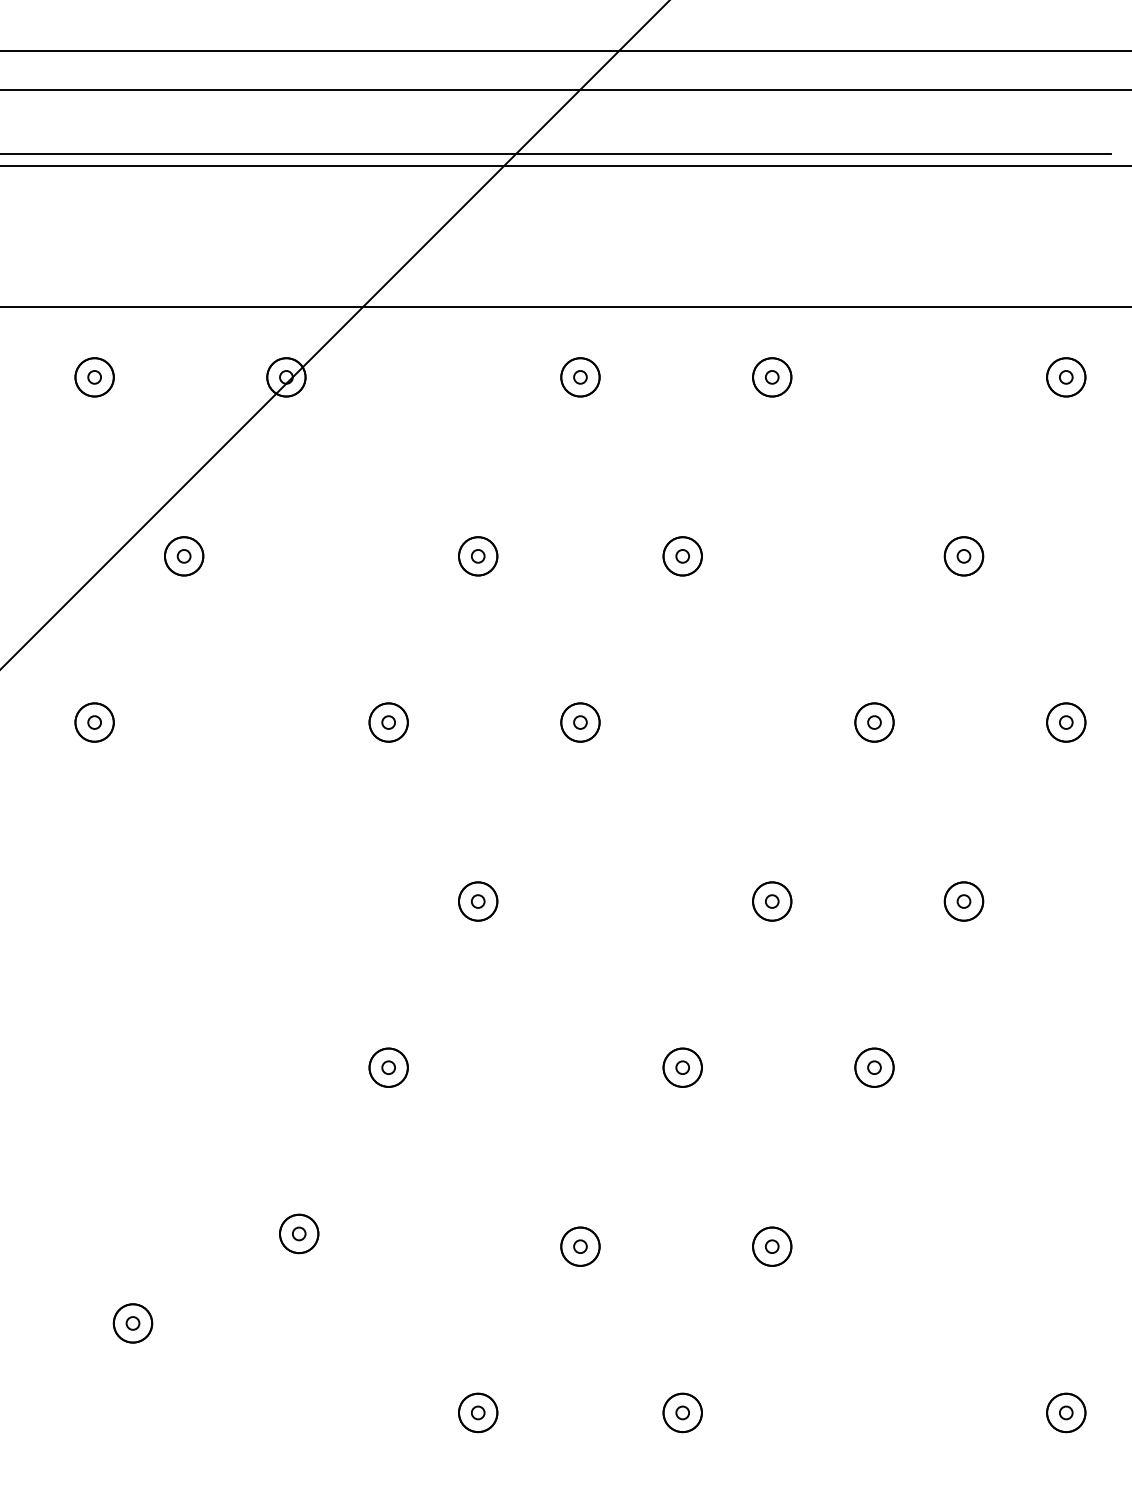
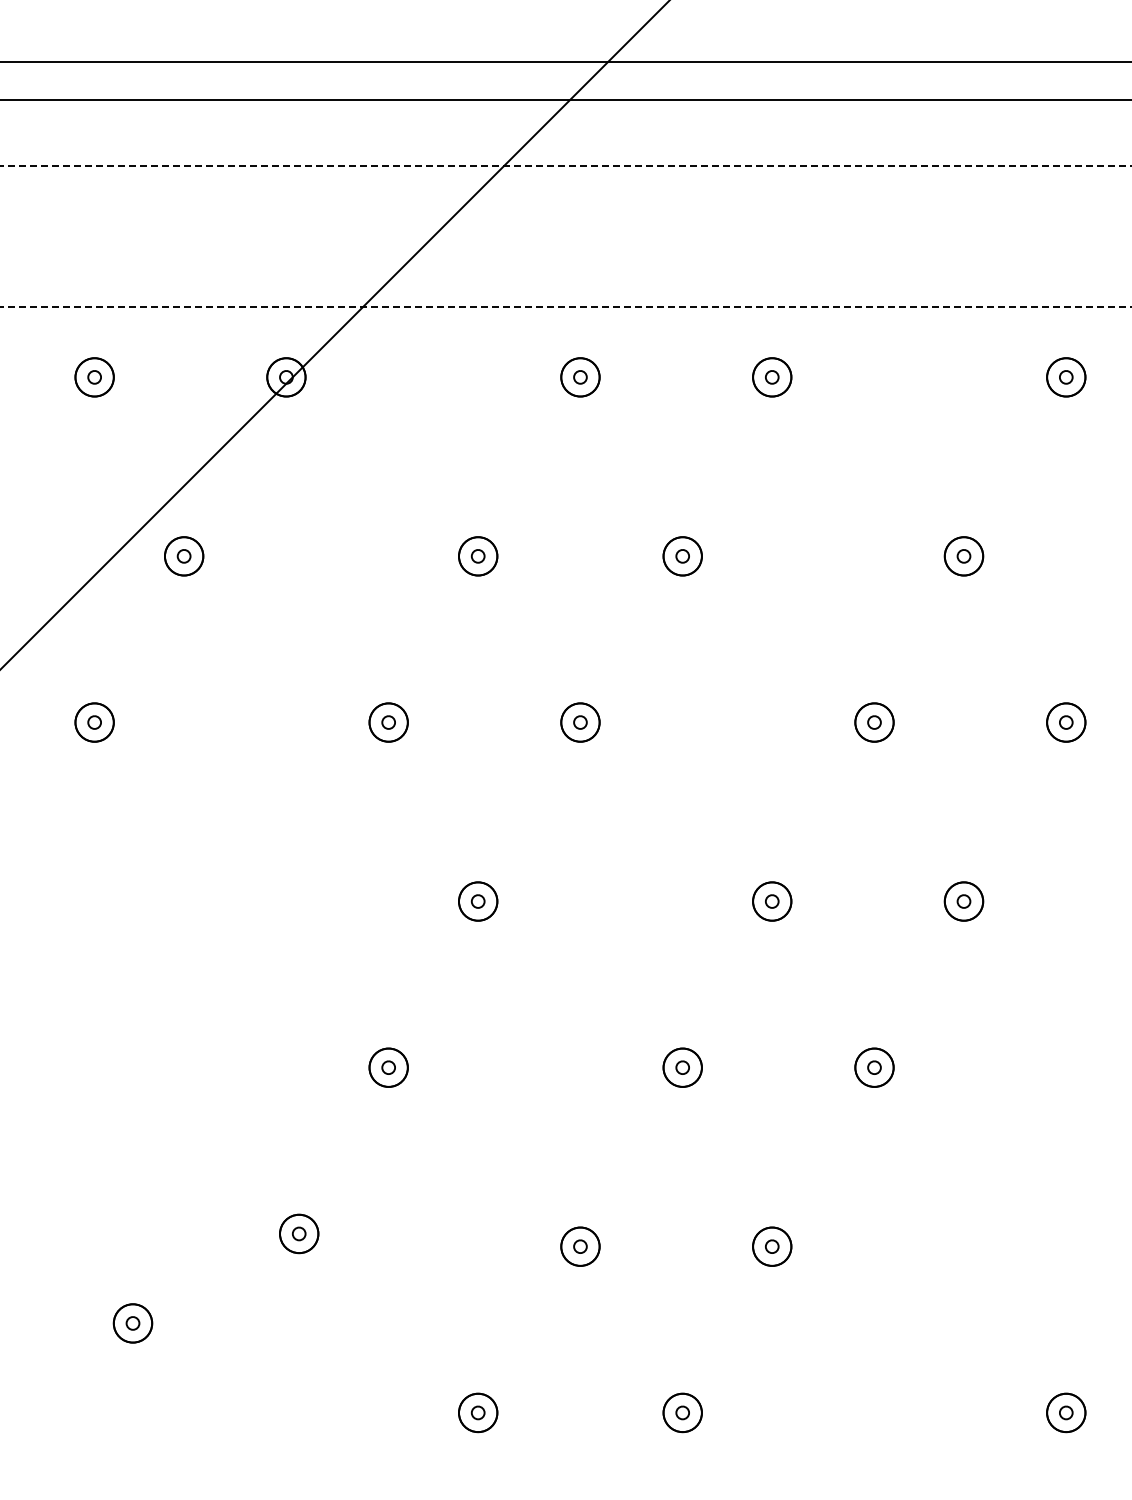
line at (565, 51) position: (565, 51) -> (565, 62)
line at (565, 89) position: (565, 89) -> (565, 99)
line at (556, 153): present -> none
line at (566, 166): solid -> dashed
line at (566, 307): solid -> dashed
